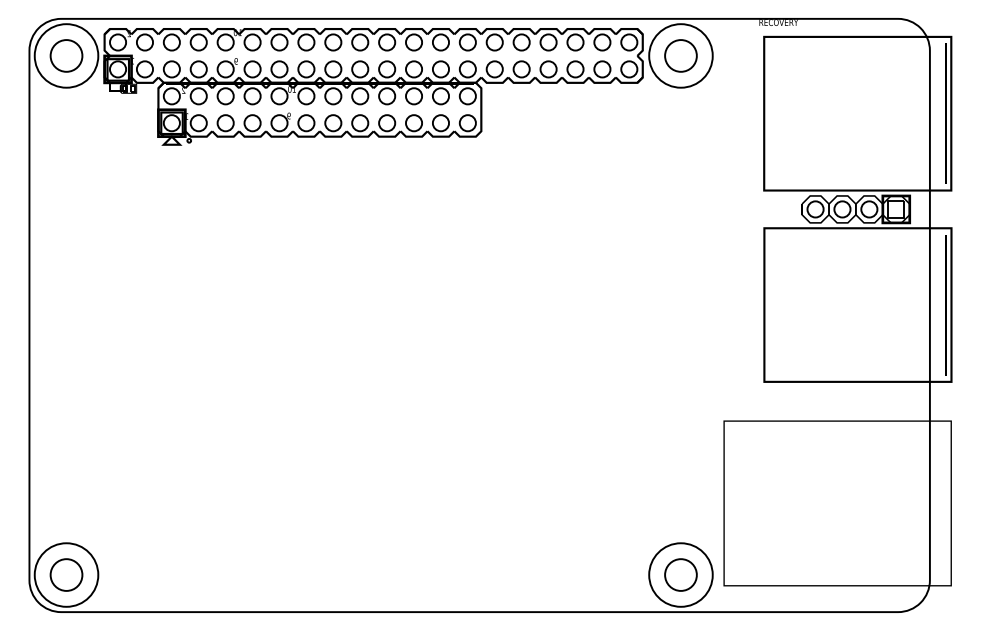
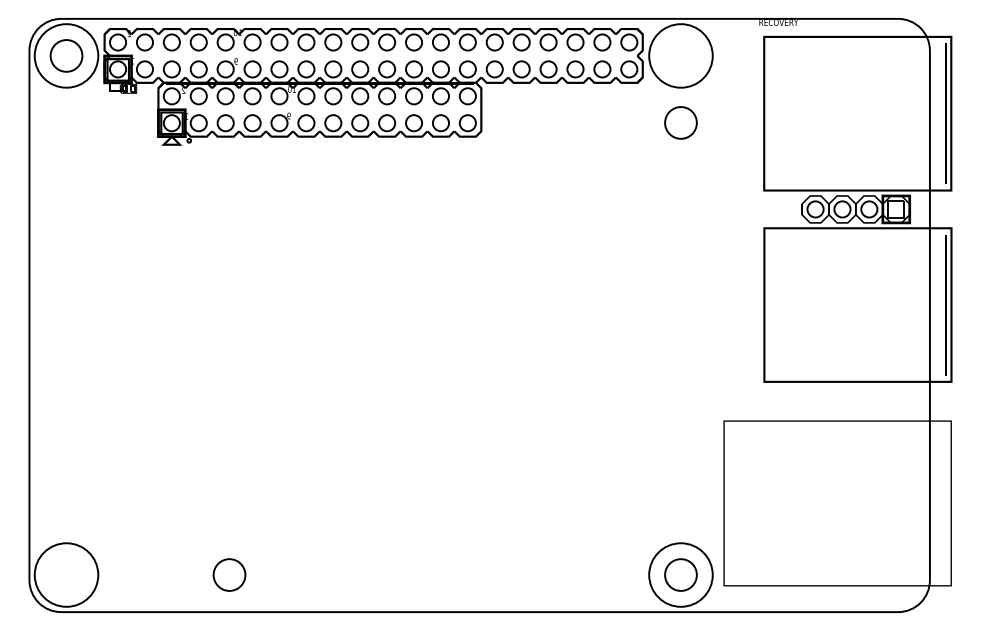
circle at (680, 55) position: (680, 55) -> (680, 122)
circle at (66, 574) position: (66, 574) -> (229, 574)
